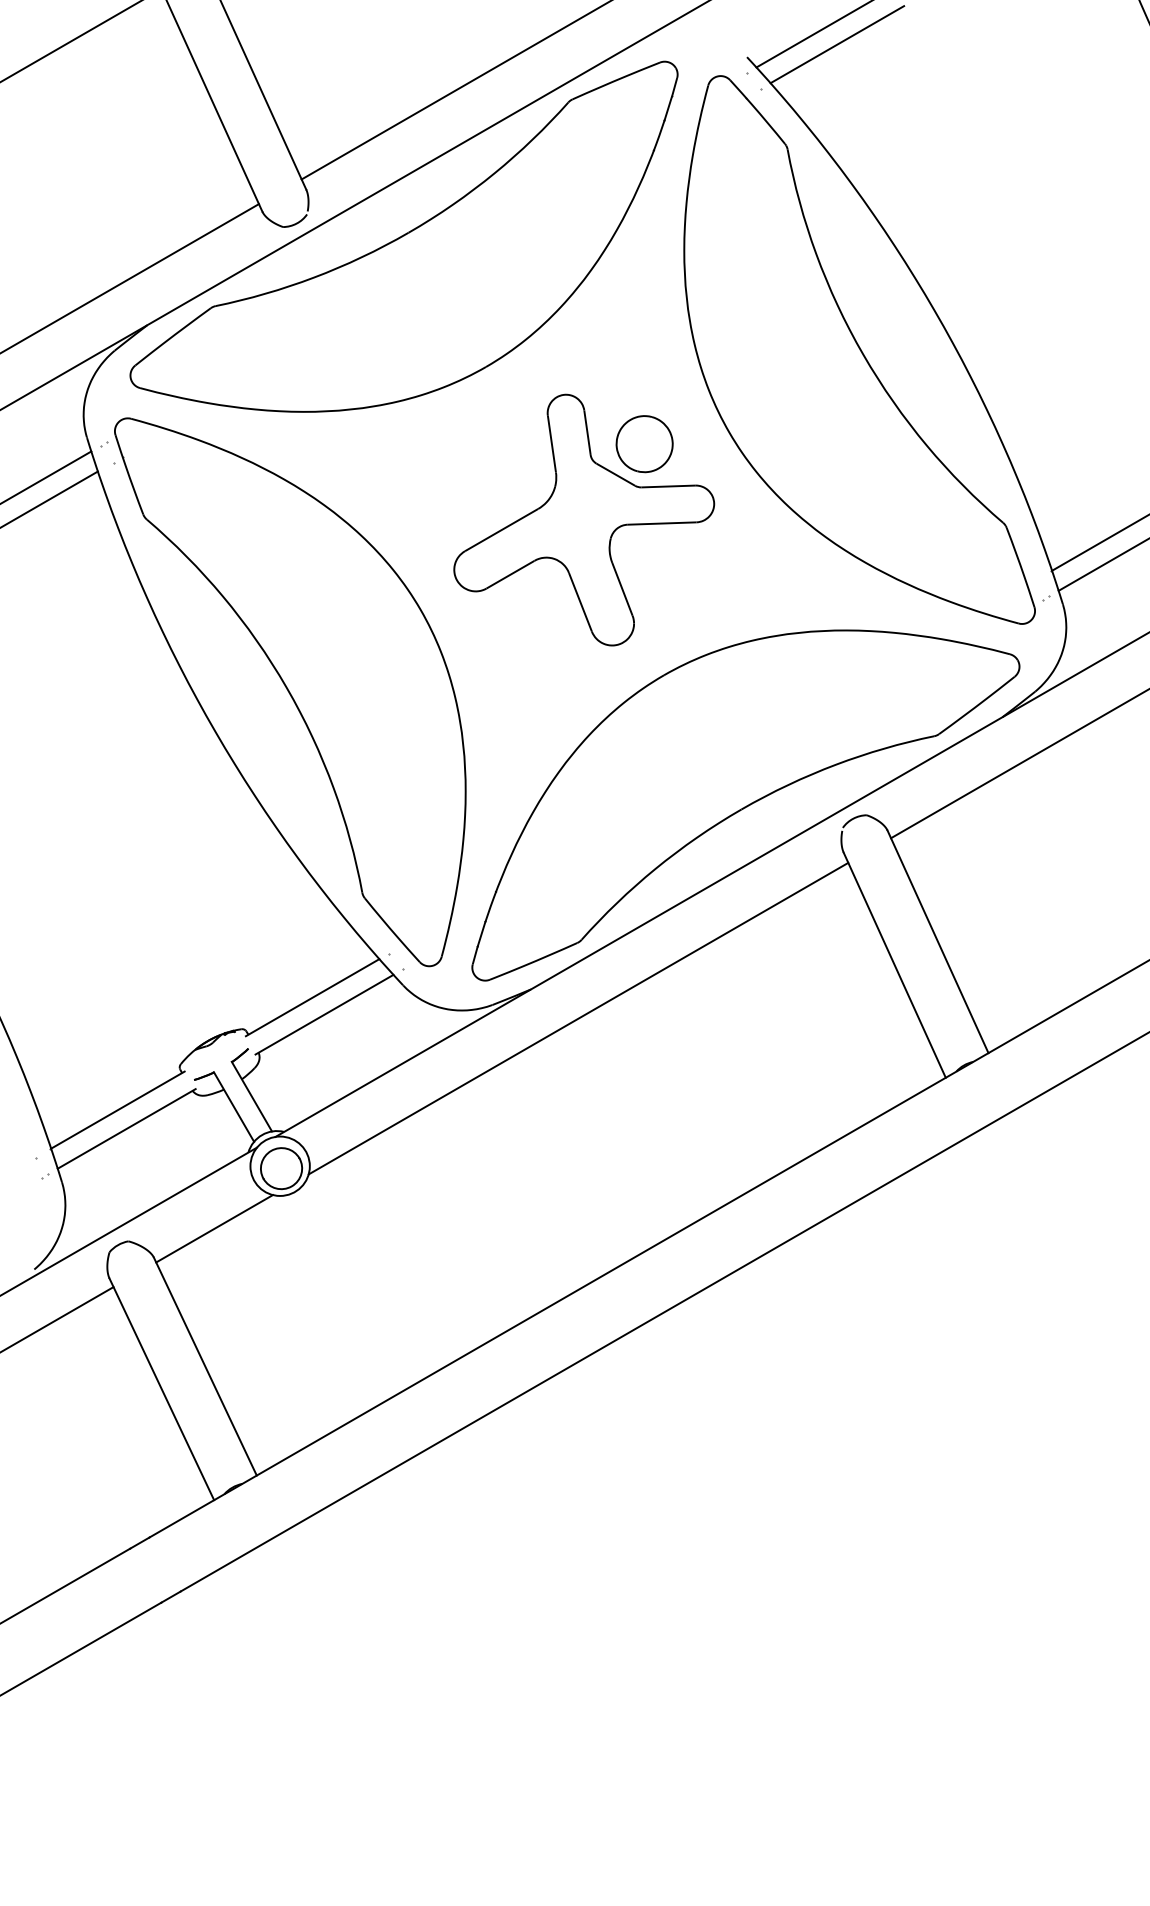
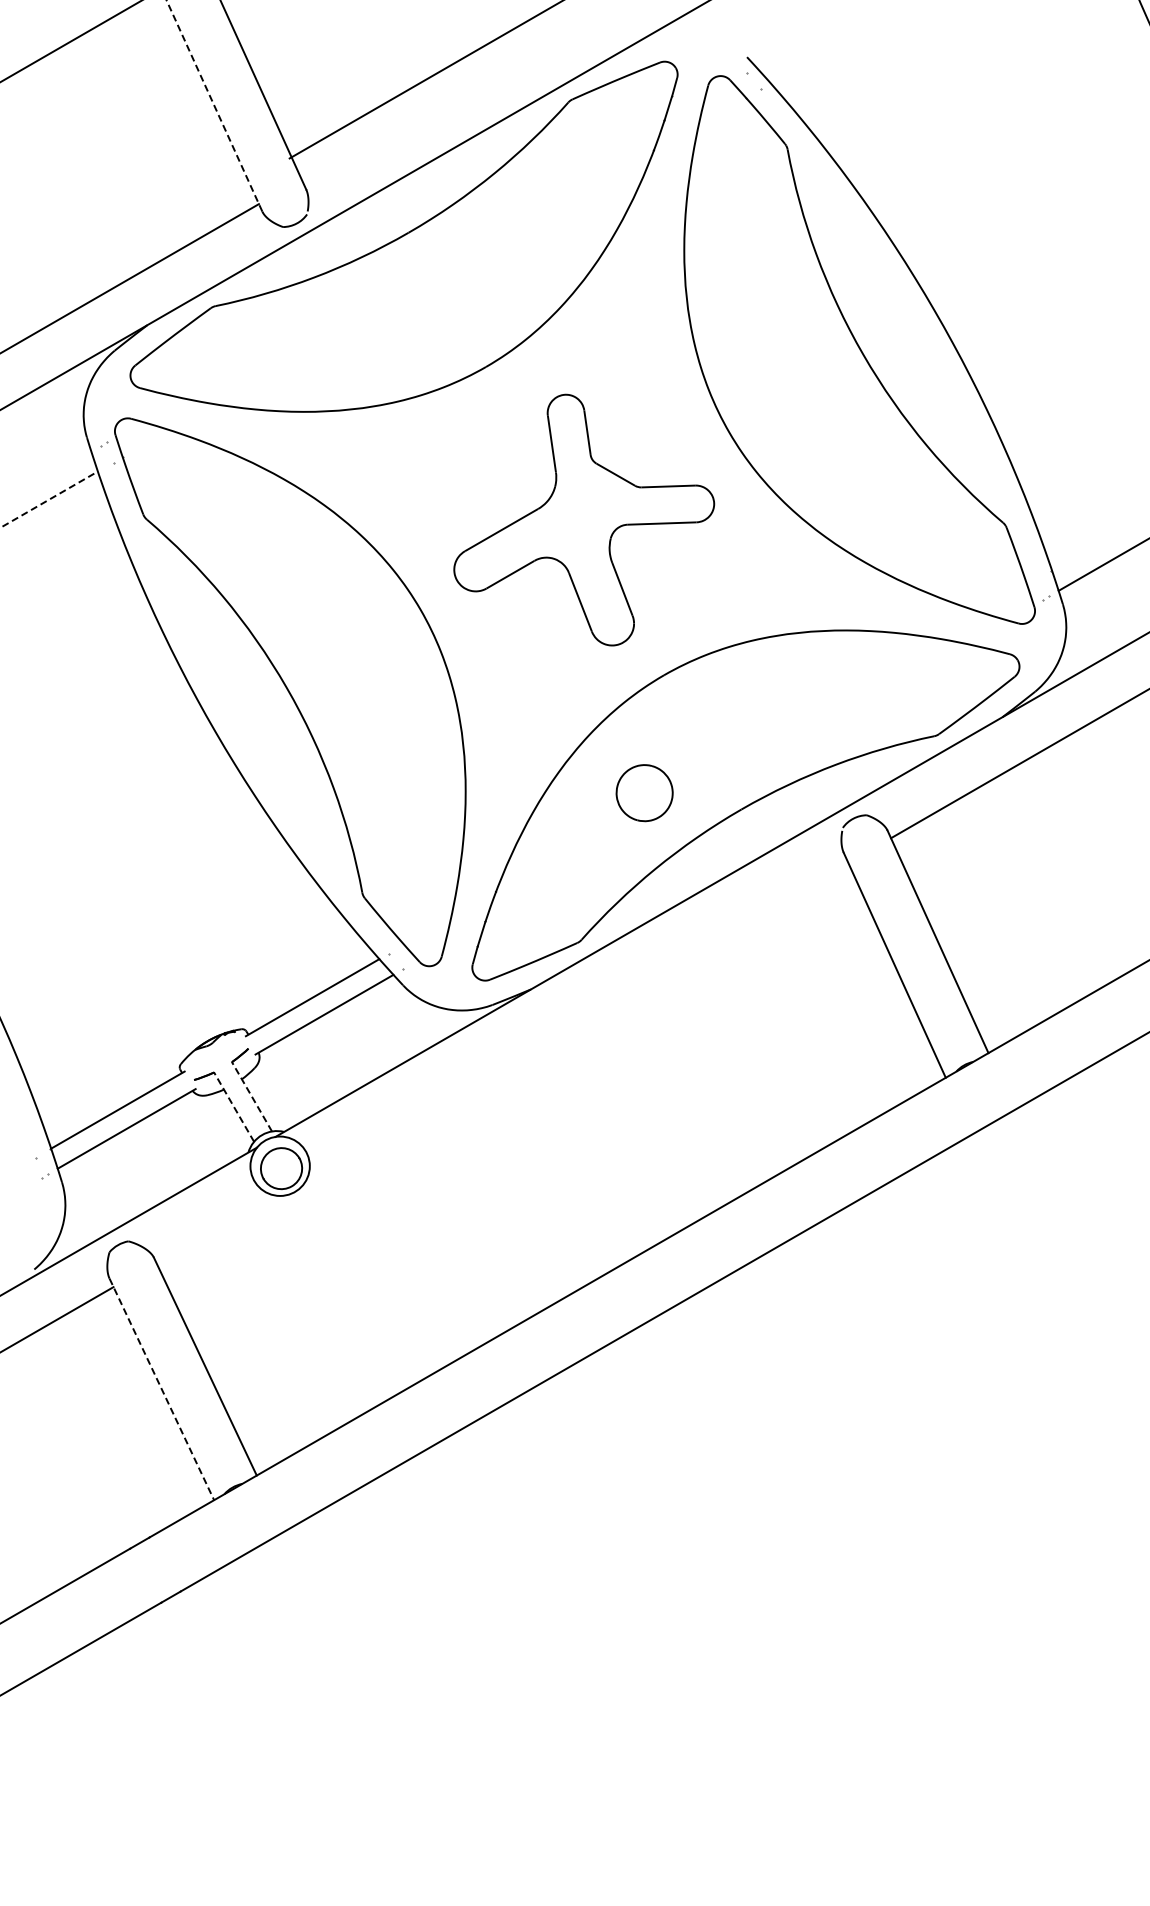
line at (812, 34): present -> none
line at (837, 44): present -> none
line at (454, 90) position: (454, 90) -> (424, 80)
line at (214, 105): solid -> dashed
part at (644, 444) position: (644, 444) -> (644, 793)
line at (46, 476): present -> none
line at (49, 499): solid -> dashed
line at (1099, 543): present -> none
line at (578, 1018): present -> none
line at (251, 1096): solid -> dashed
line at (233, 1106): solid -> dashed
line at (214, 1228): present -> none
line at (162, 1389): solid -> dashed
